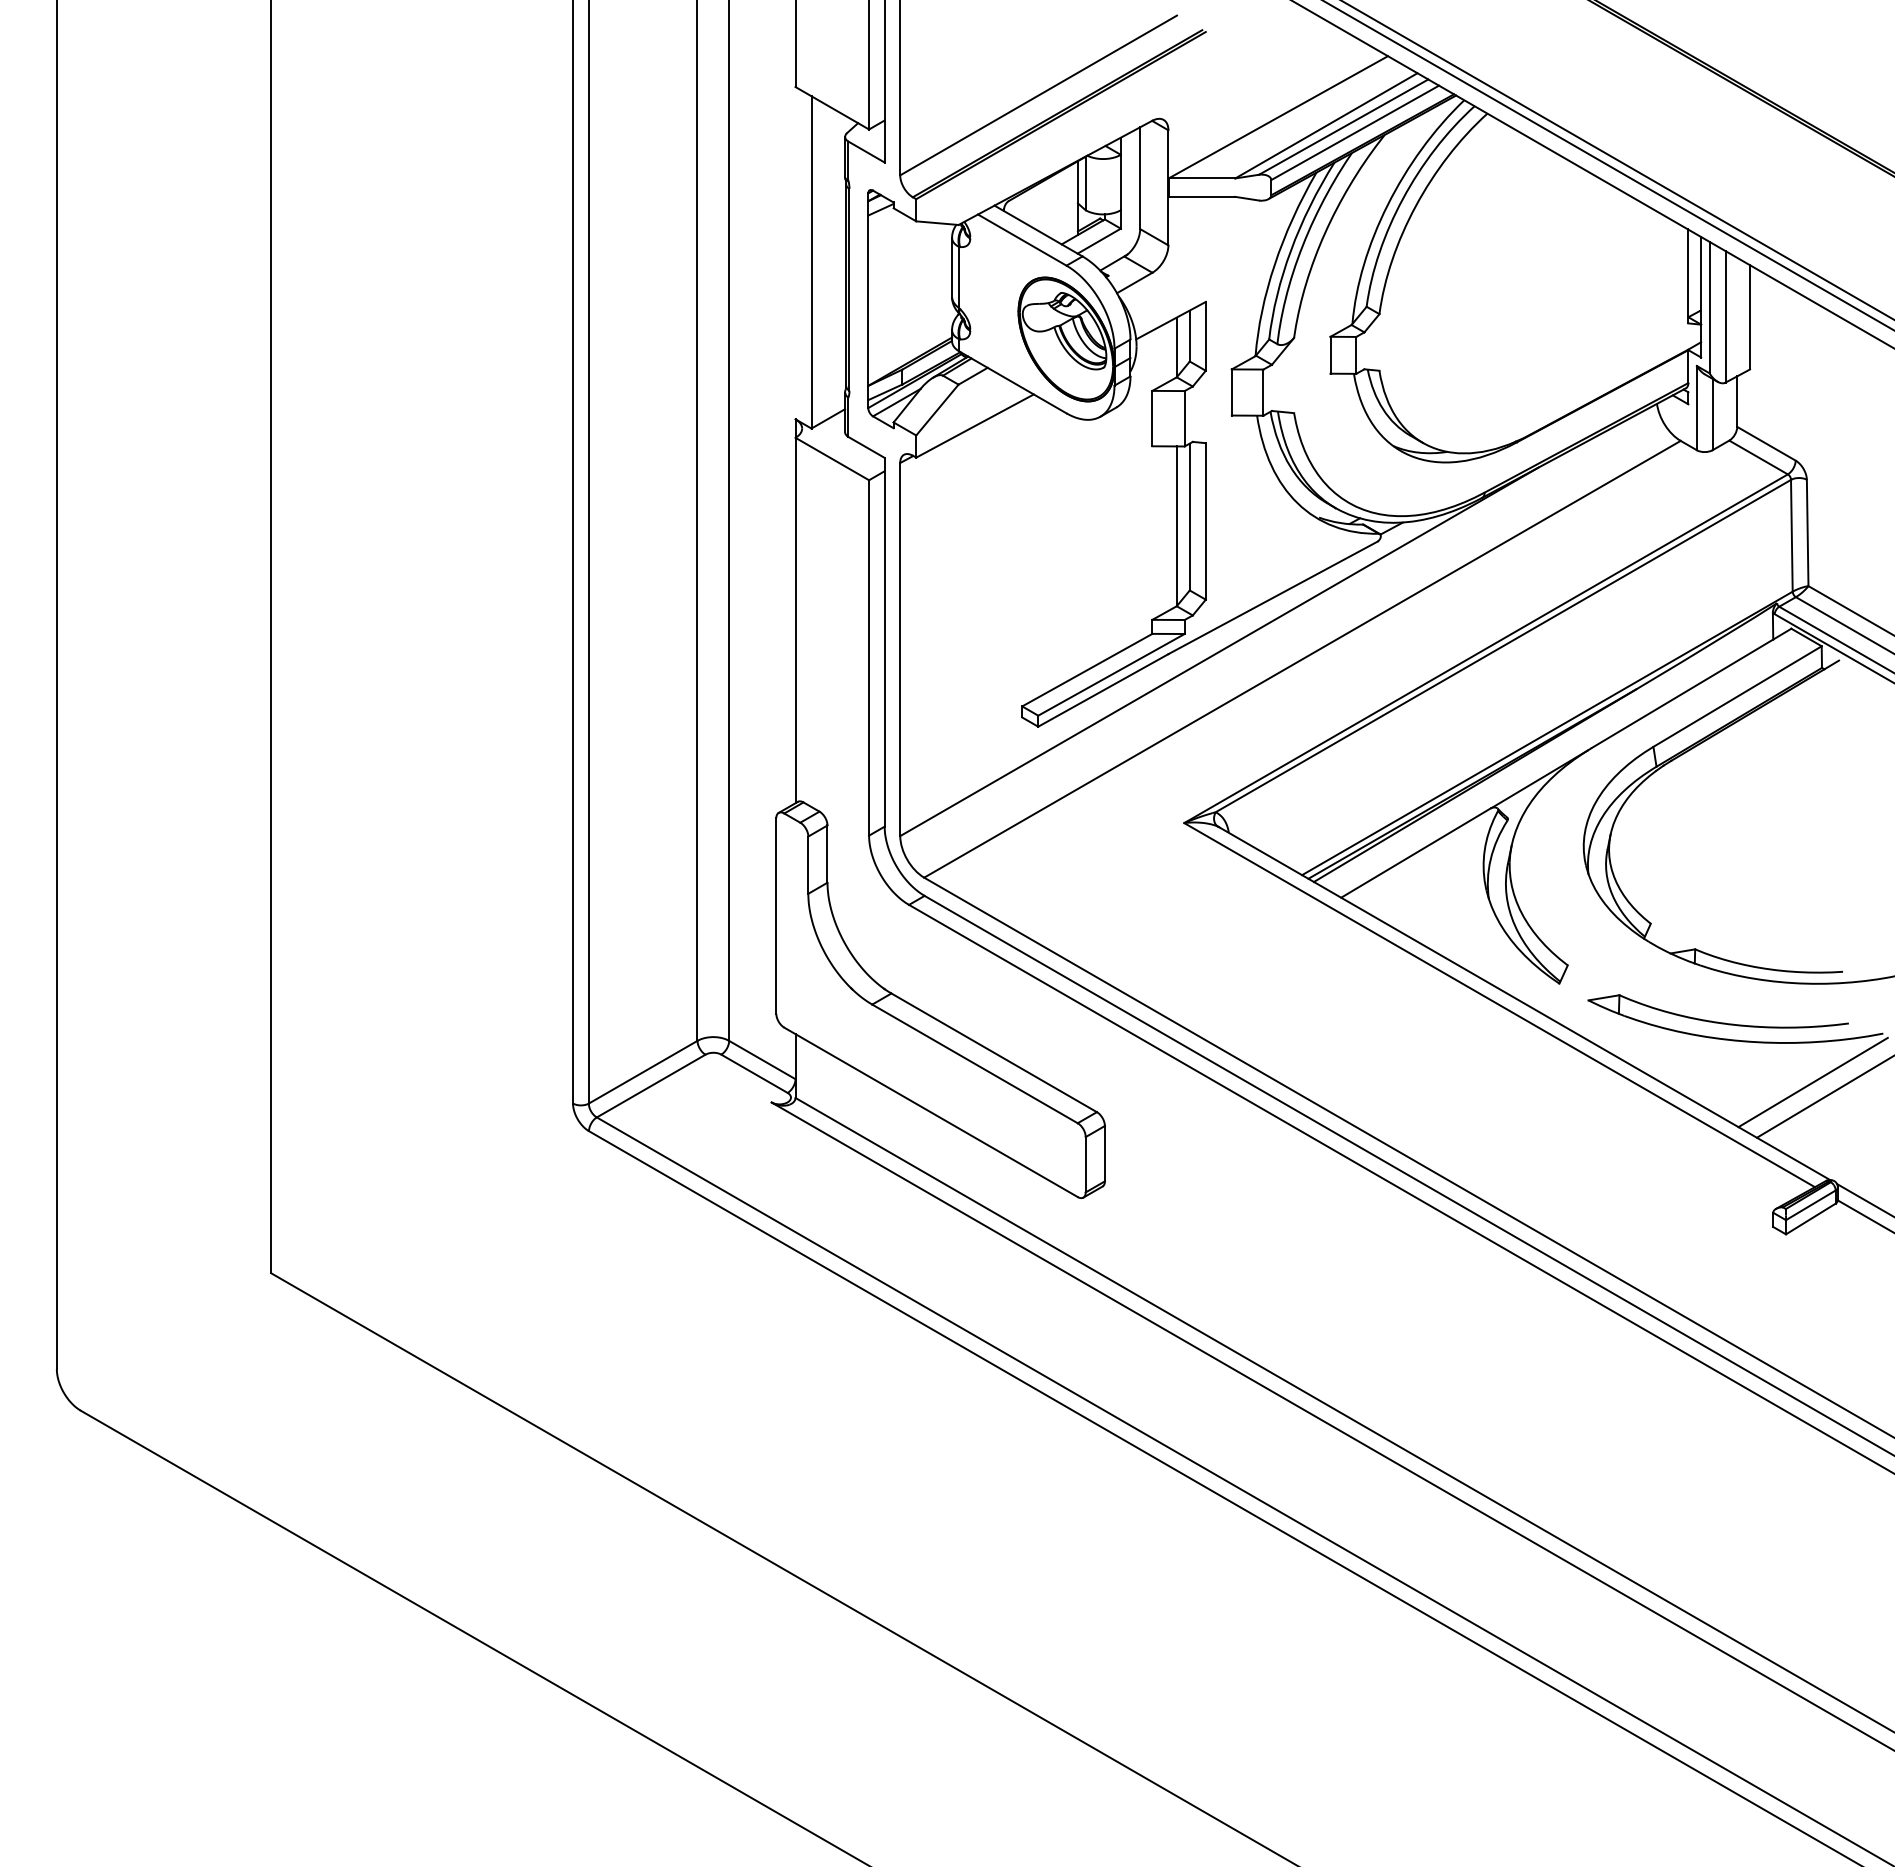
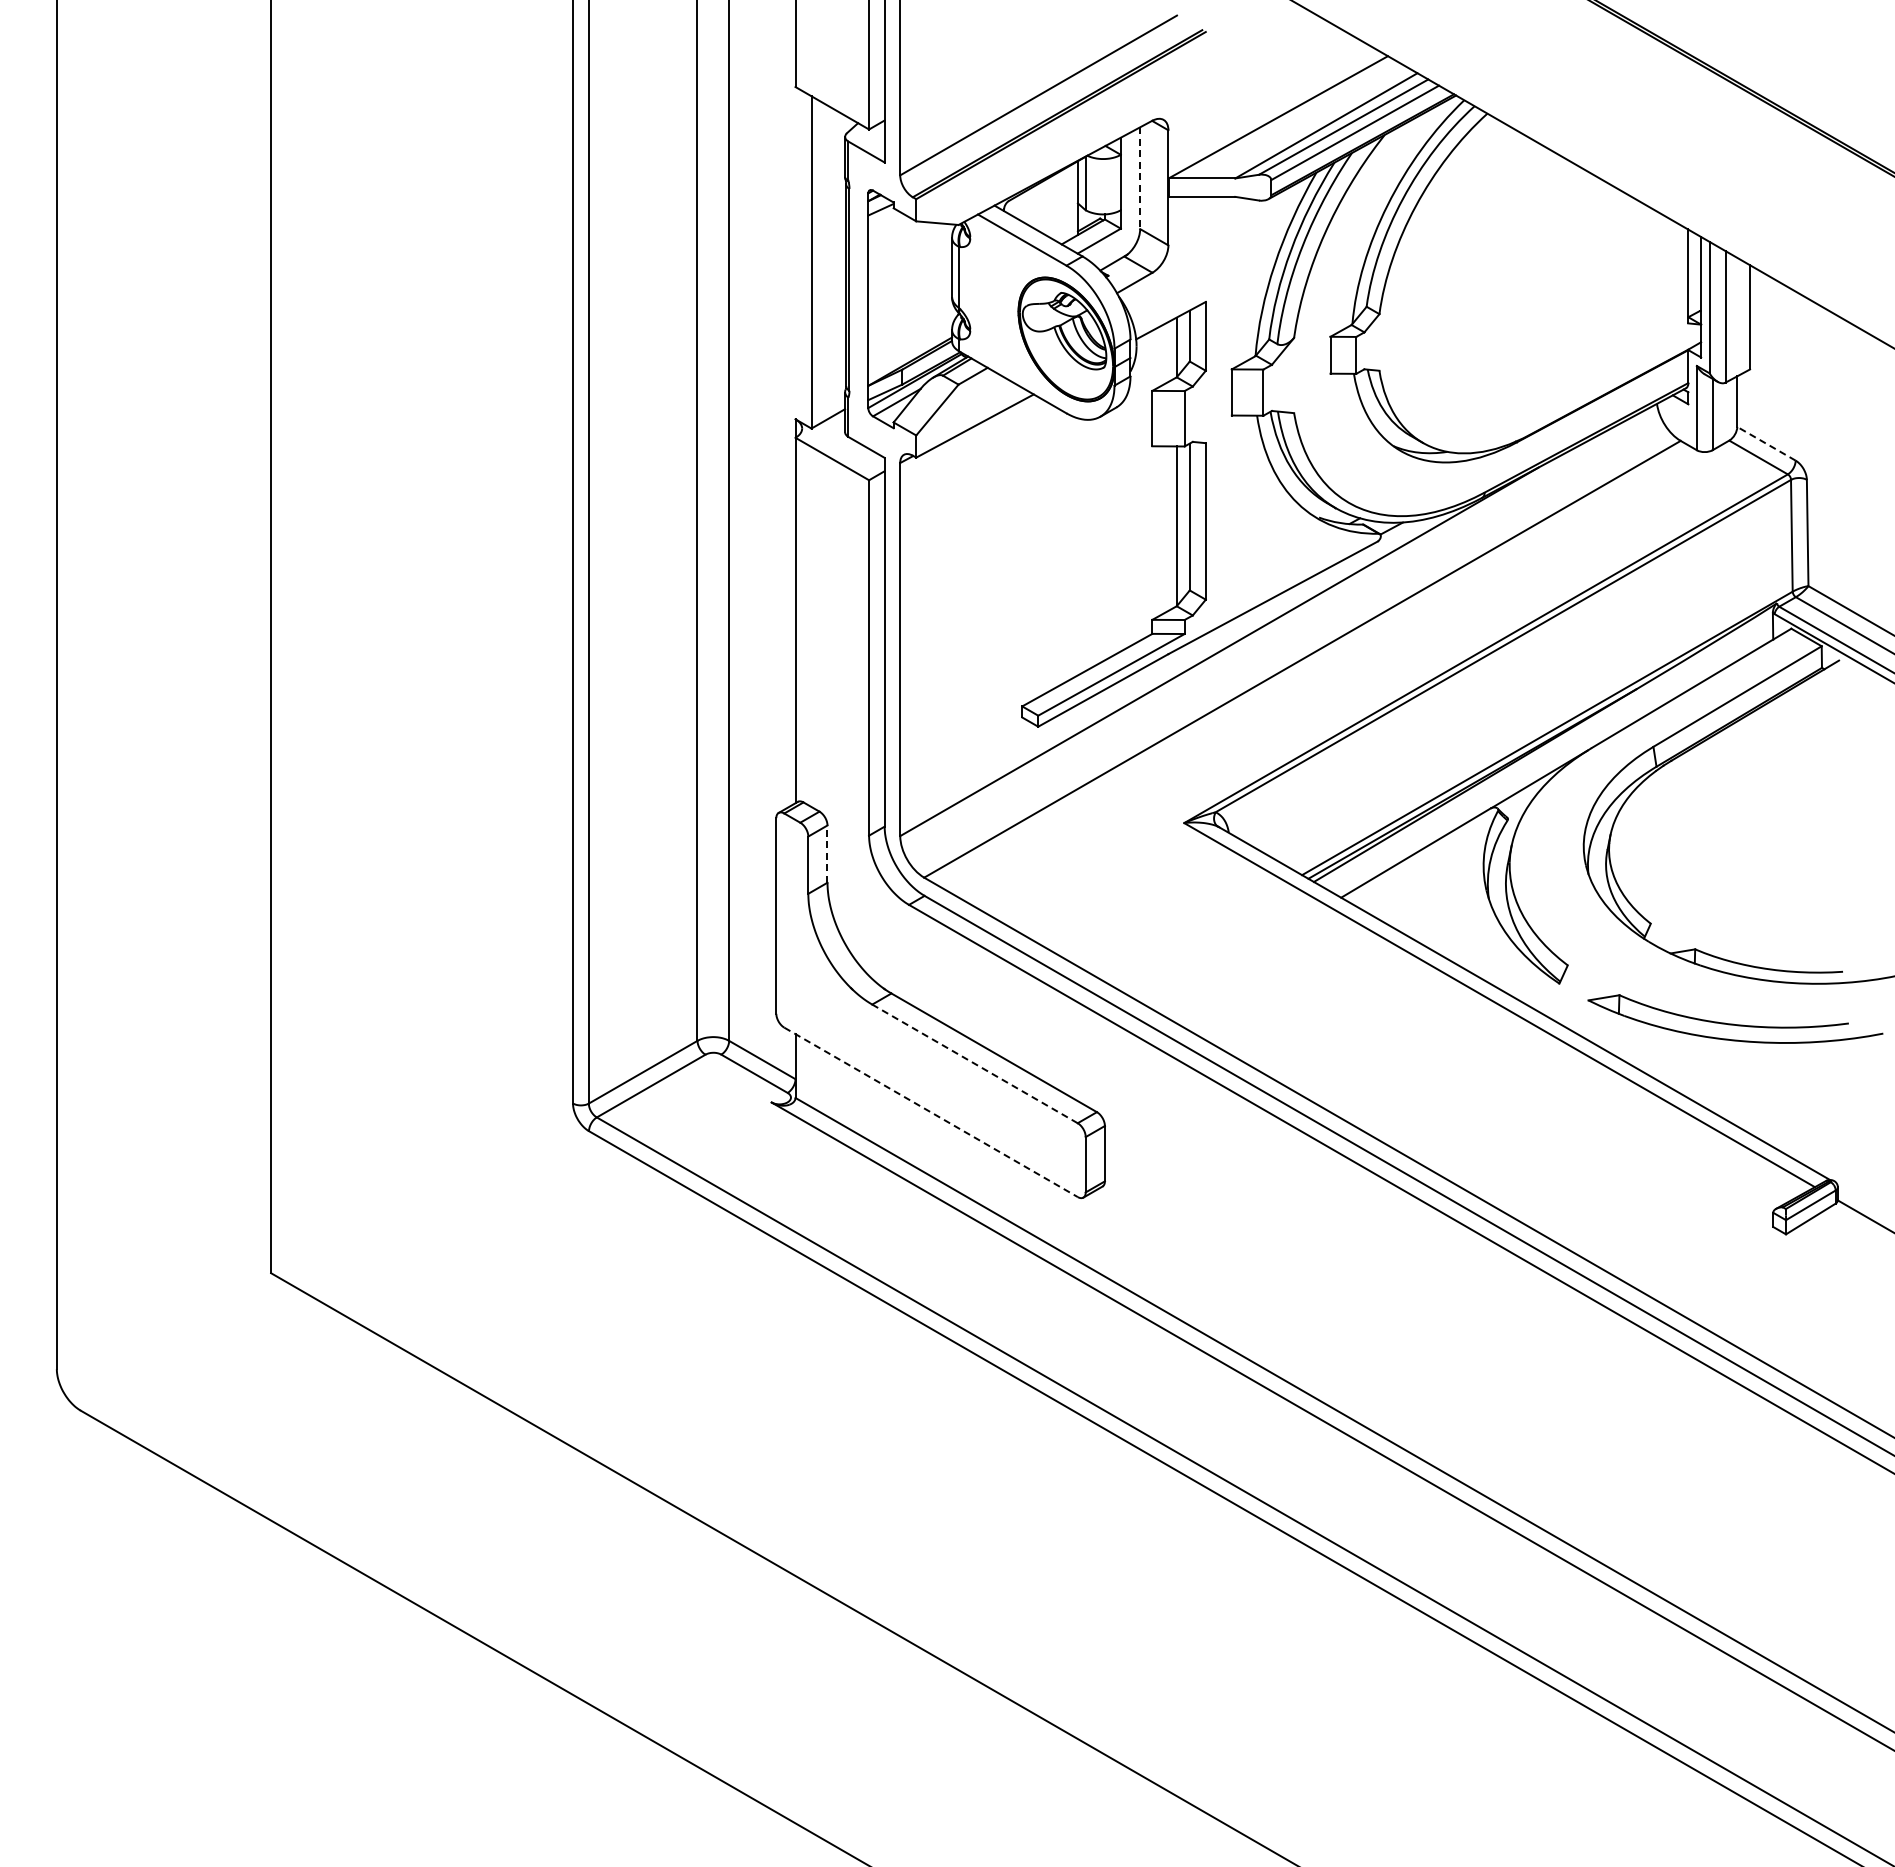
line at (1617, 160): present -> none
line at (1608, 165): present -> none
line at (1140, 178): solid -> dashed
line at (1766, 443): solid -> dashed
line at (827, 854): solid -> dashed
line at (975, 1063): solid -> dashed
line at (1812, 1082): present -> none
line at (1823, 1097): present -> none
line at (931, 1112): solid -> dashed
line at (1864, 1199): present -> none
